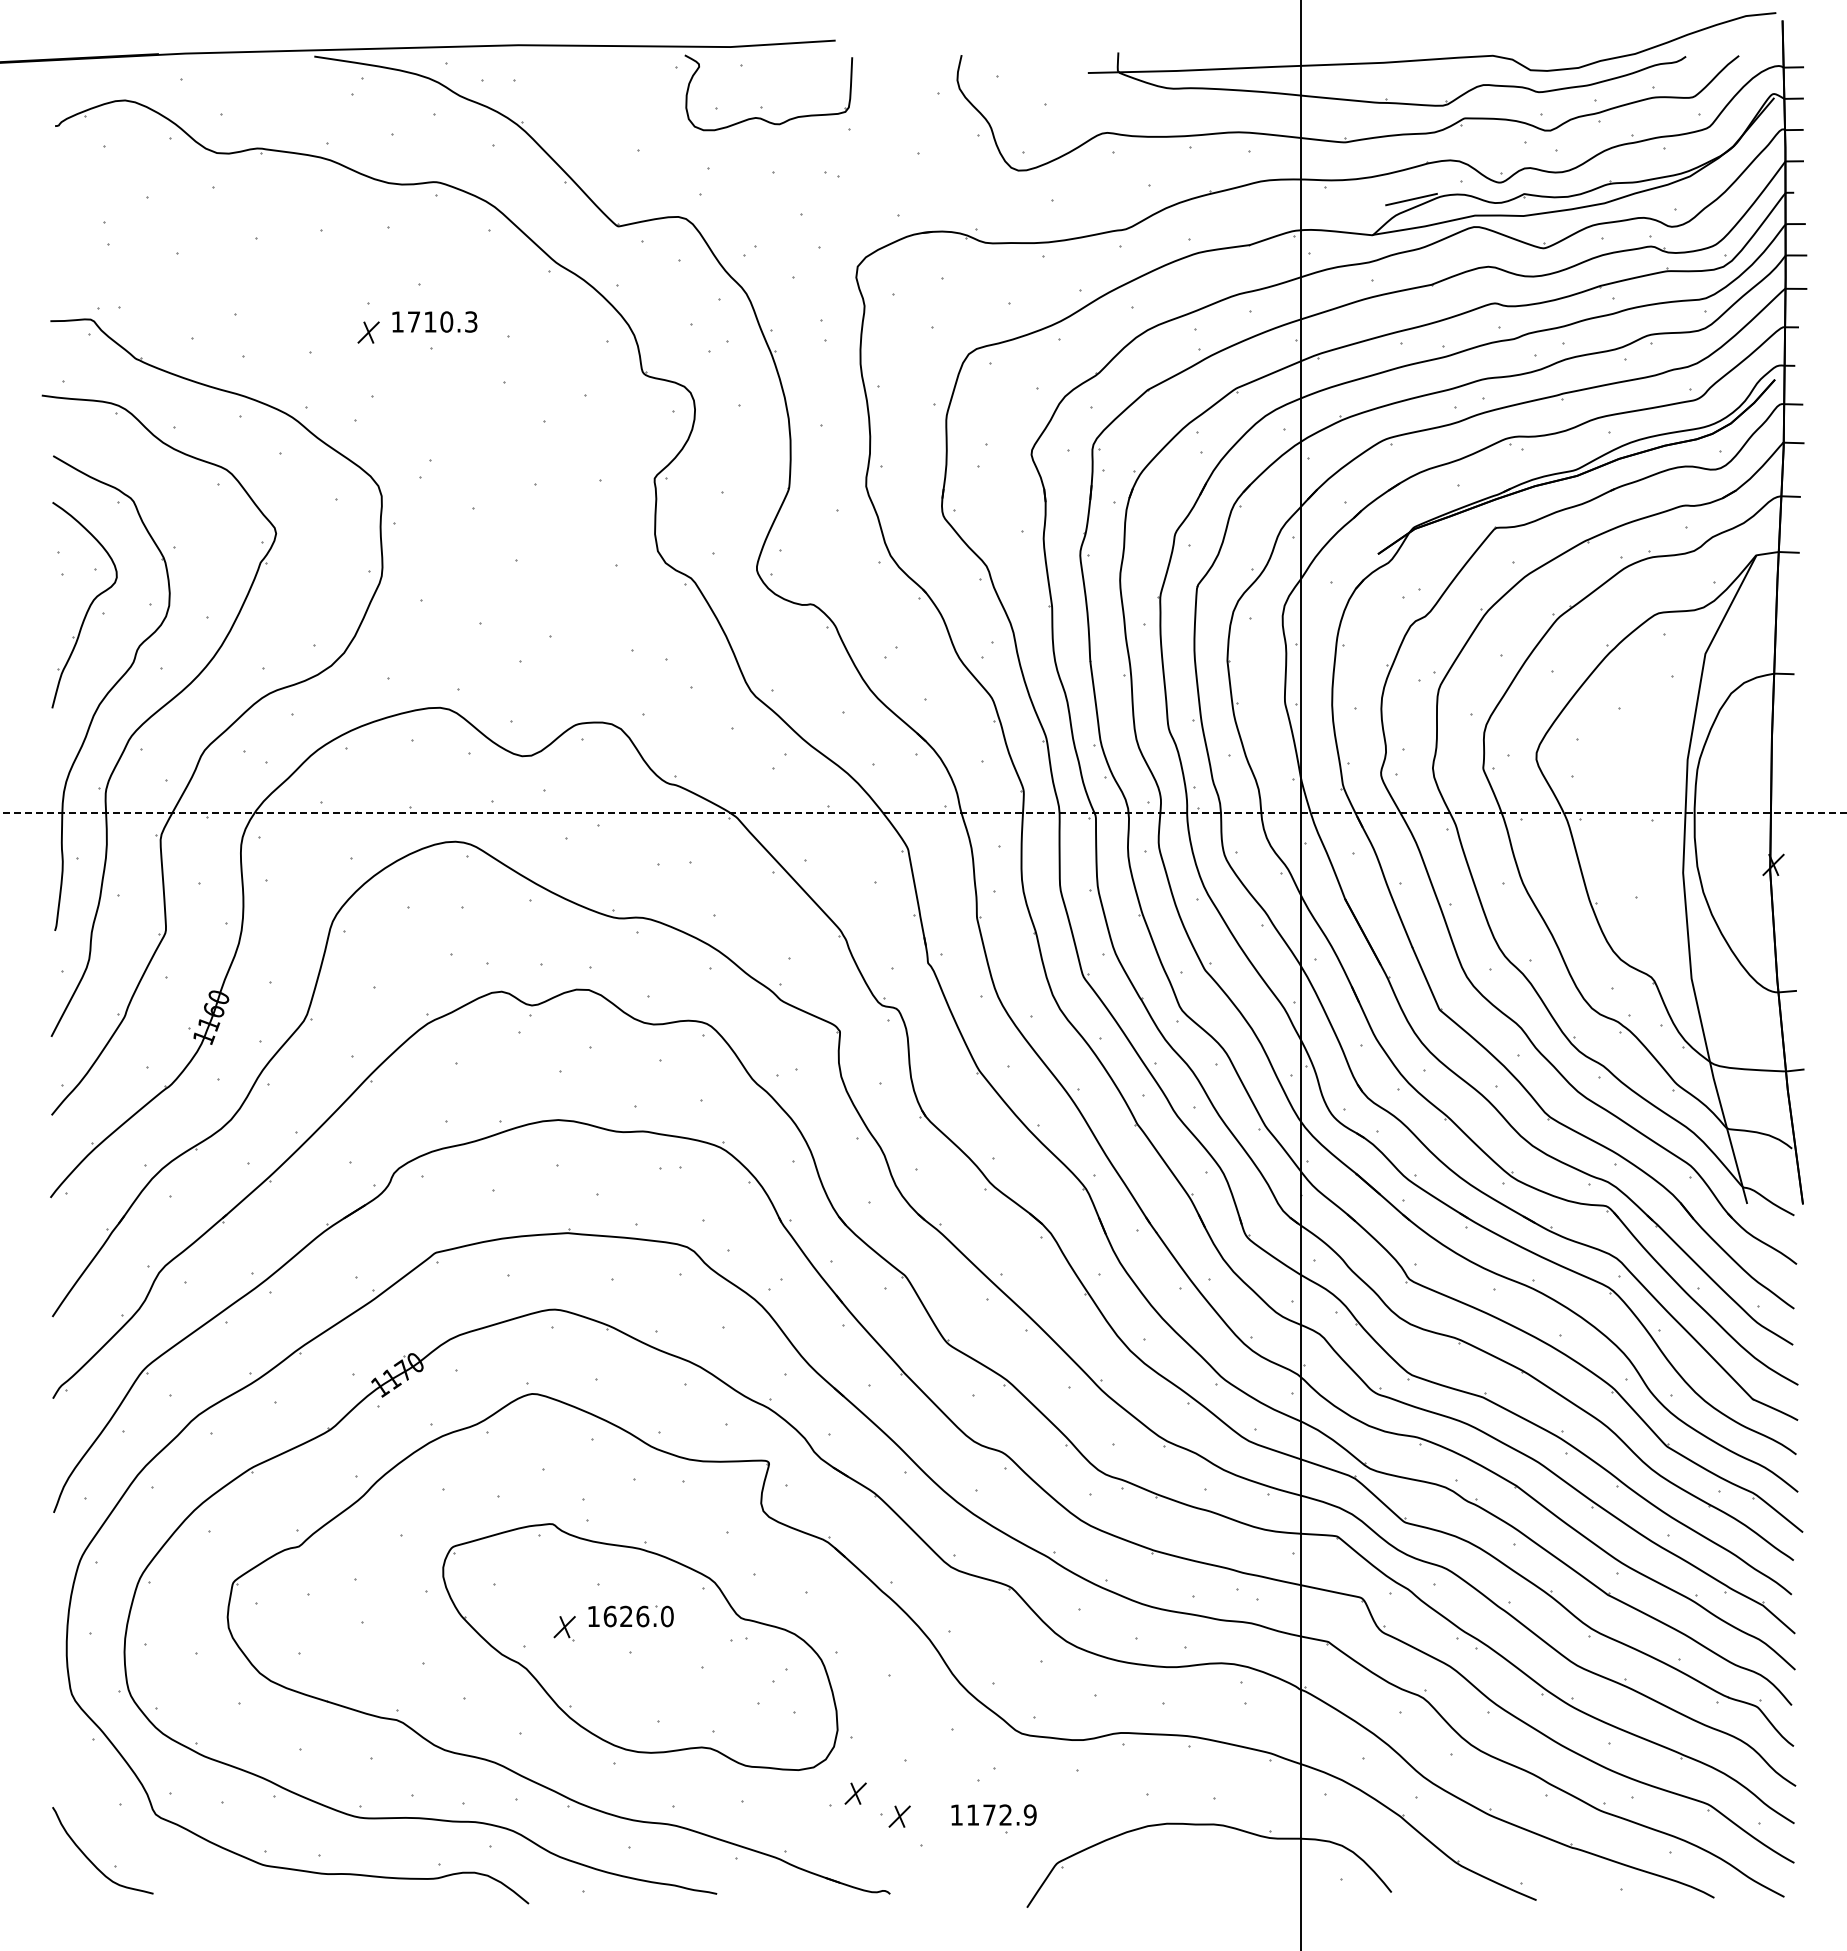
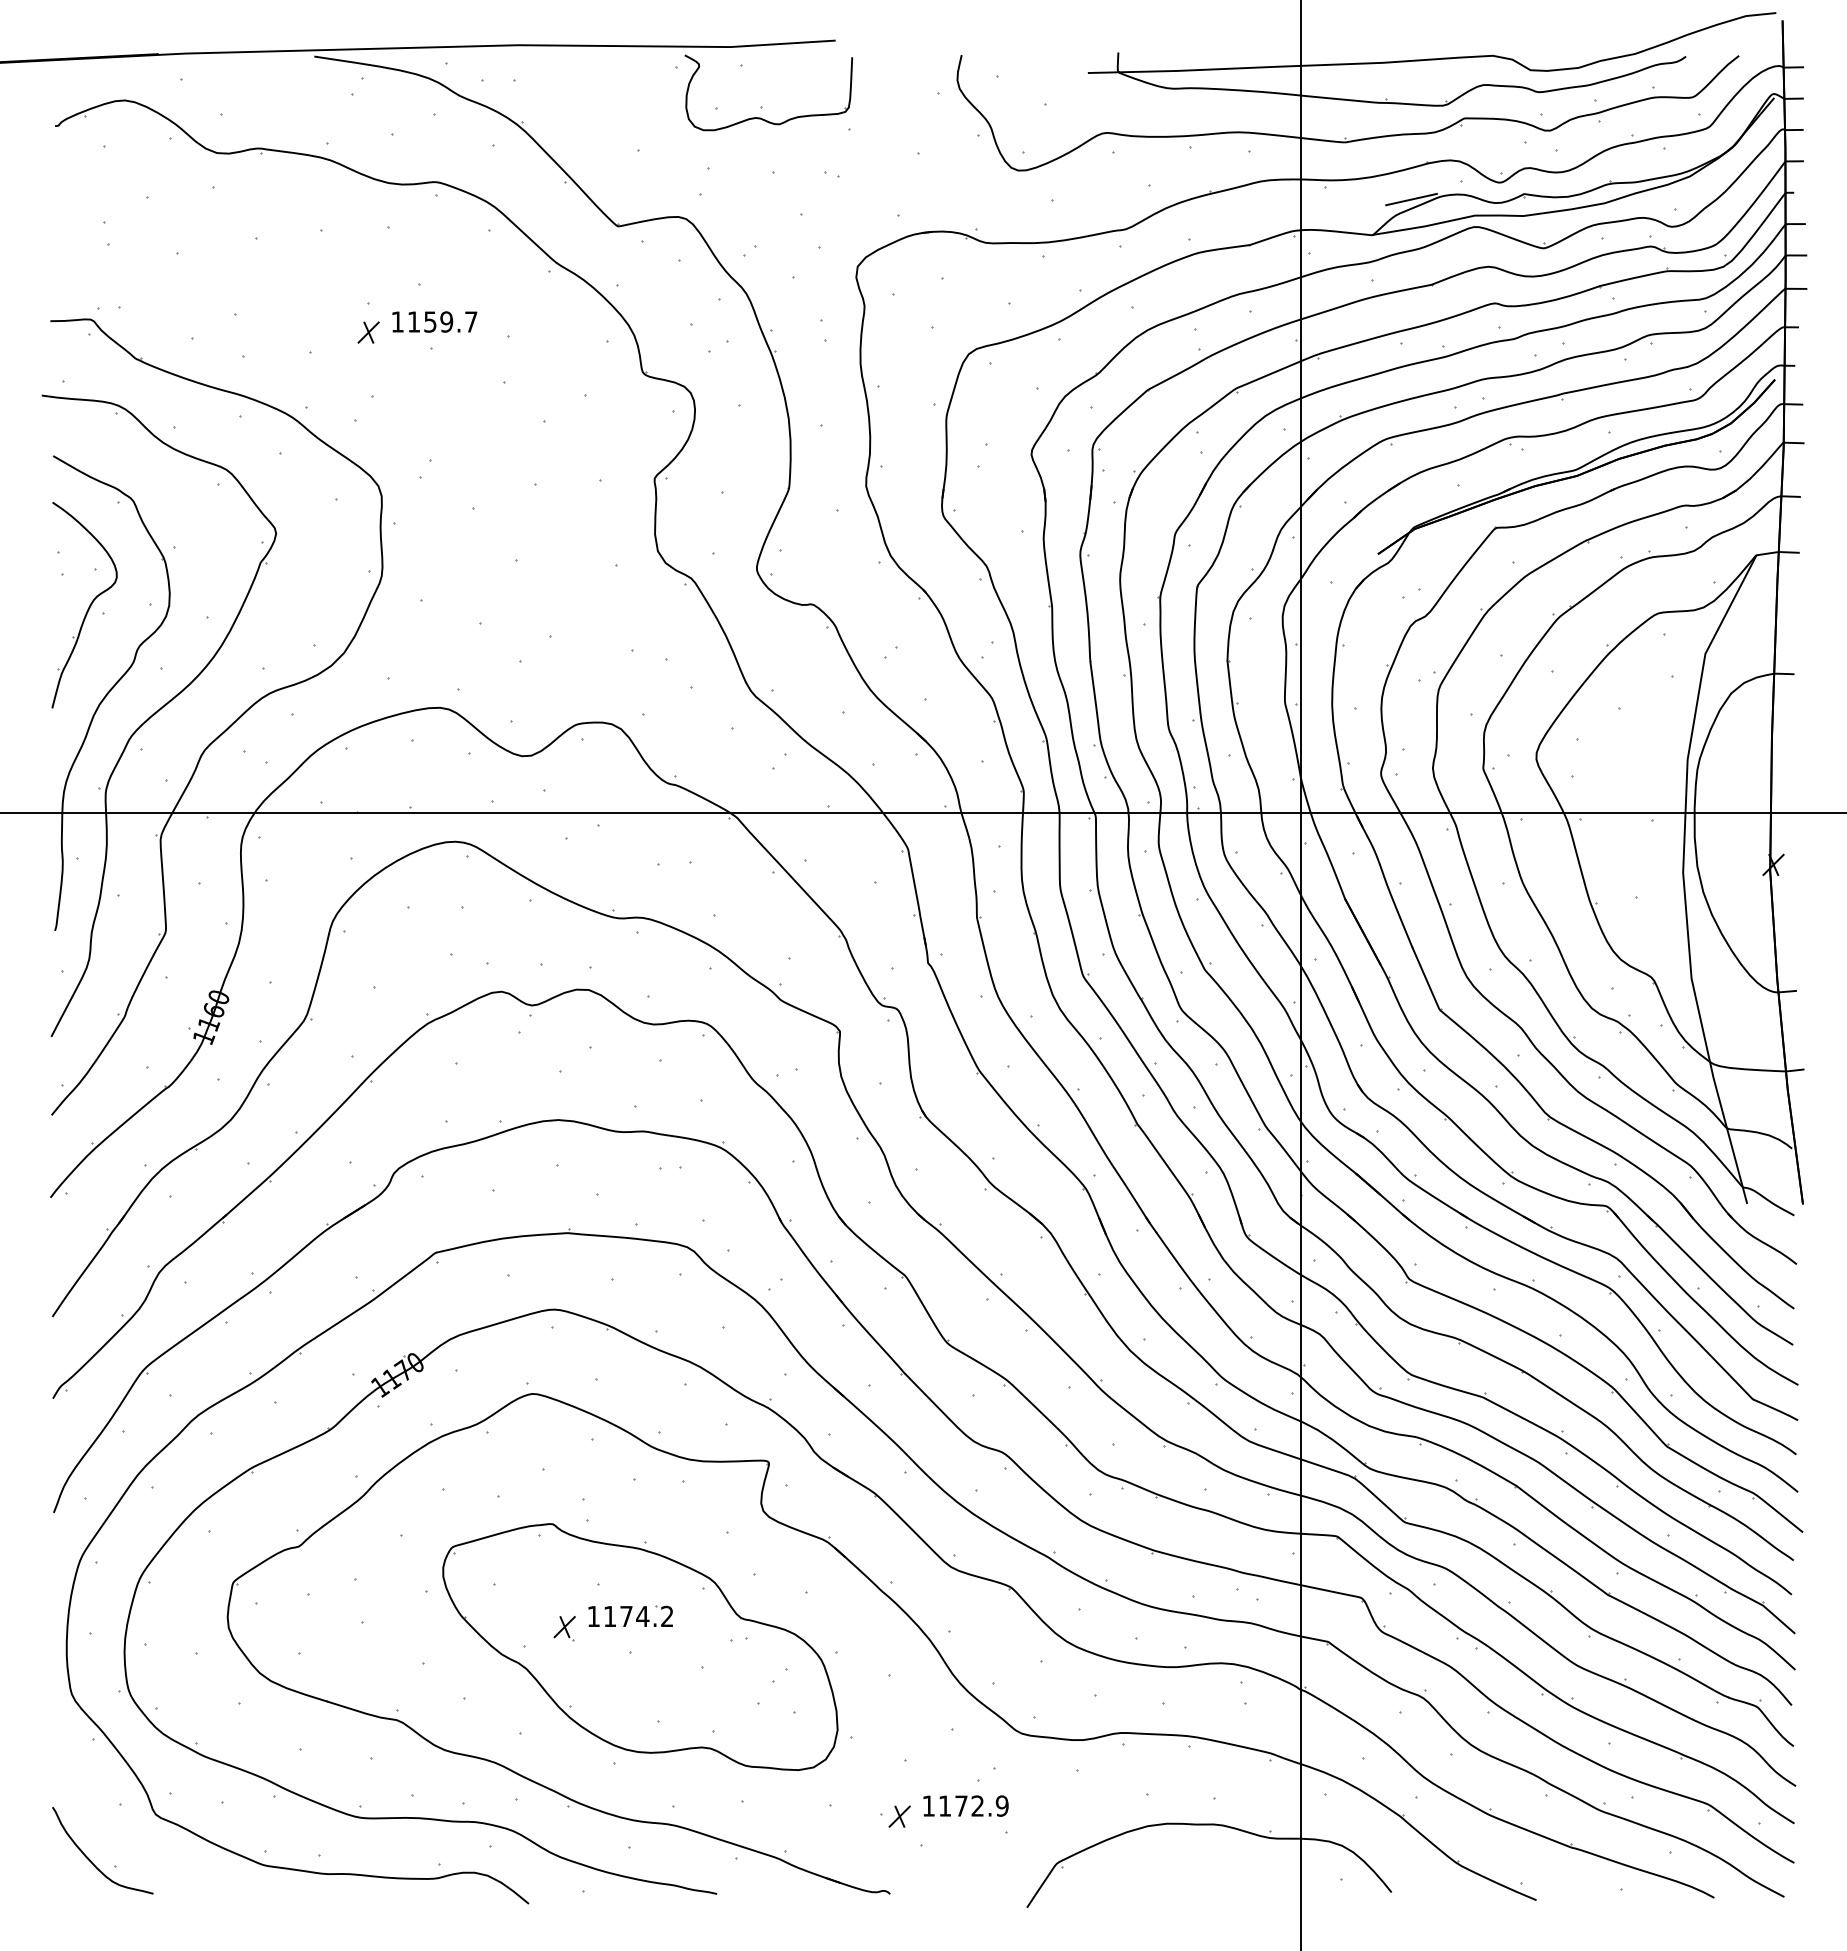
text at (442, 321): 1710.3 -> 1159.7
line at (923, 813): dashed -> solid
text at (638, 1616): 1626.0 -> 1174.2
part at (855, 1793): present -> none
text at (993, 1814) position: (993, 1814) -> (965, 1805)
